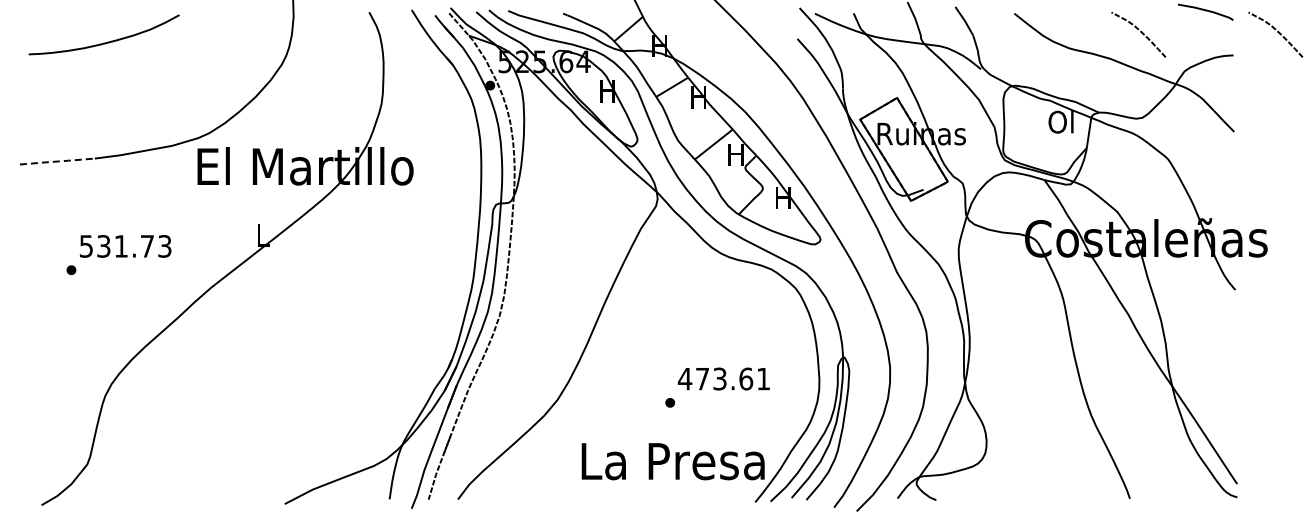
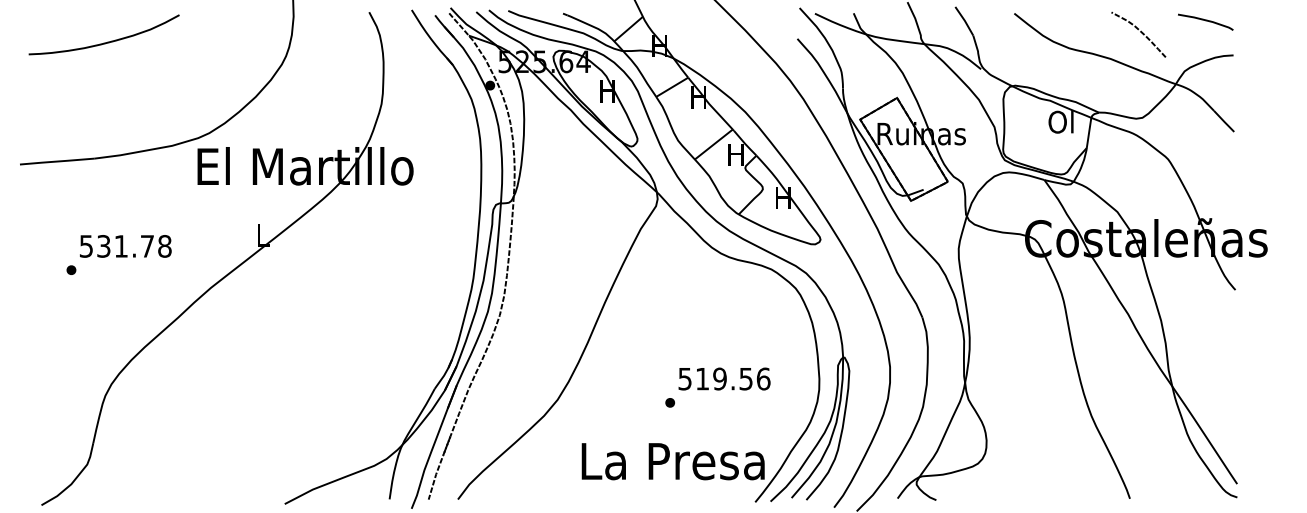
curve at (1205, 11) position: (1205, 11) -> (1205, 21)
curve at (1277, 32): present -> none
line at (57, 161): dashed -> solid
text at (164, 246): 531.73 -> 531.78
text at (723, 378): 473.61 -> 519.56
